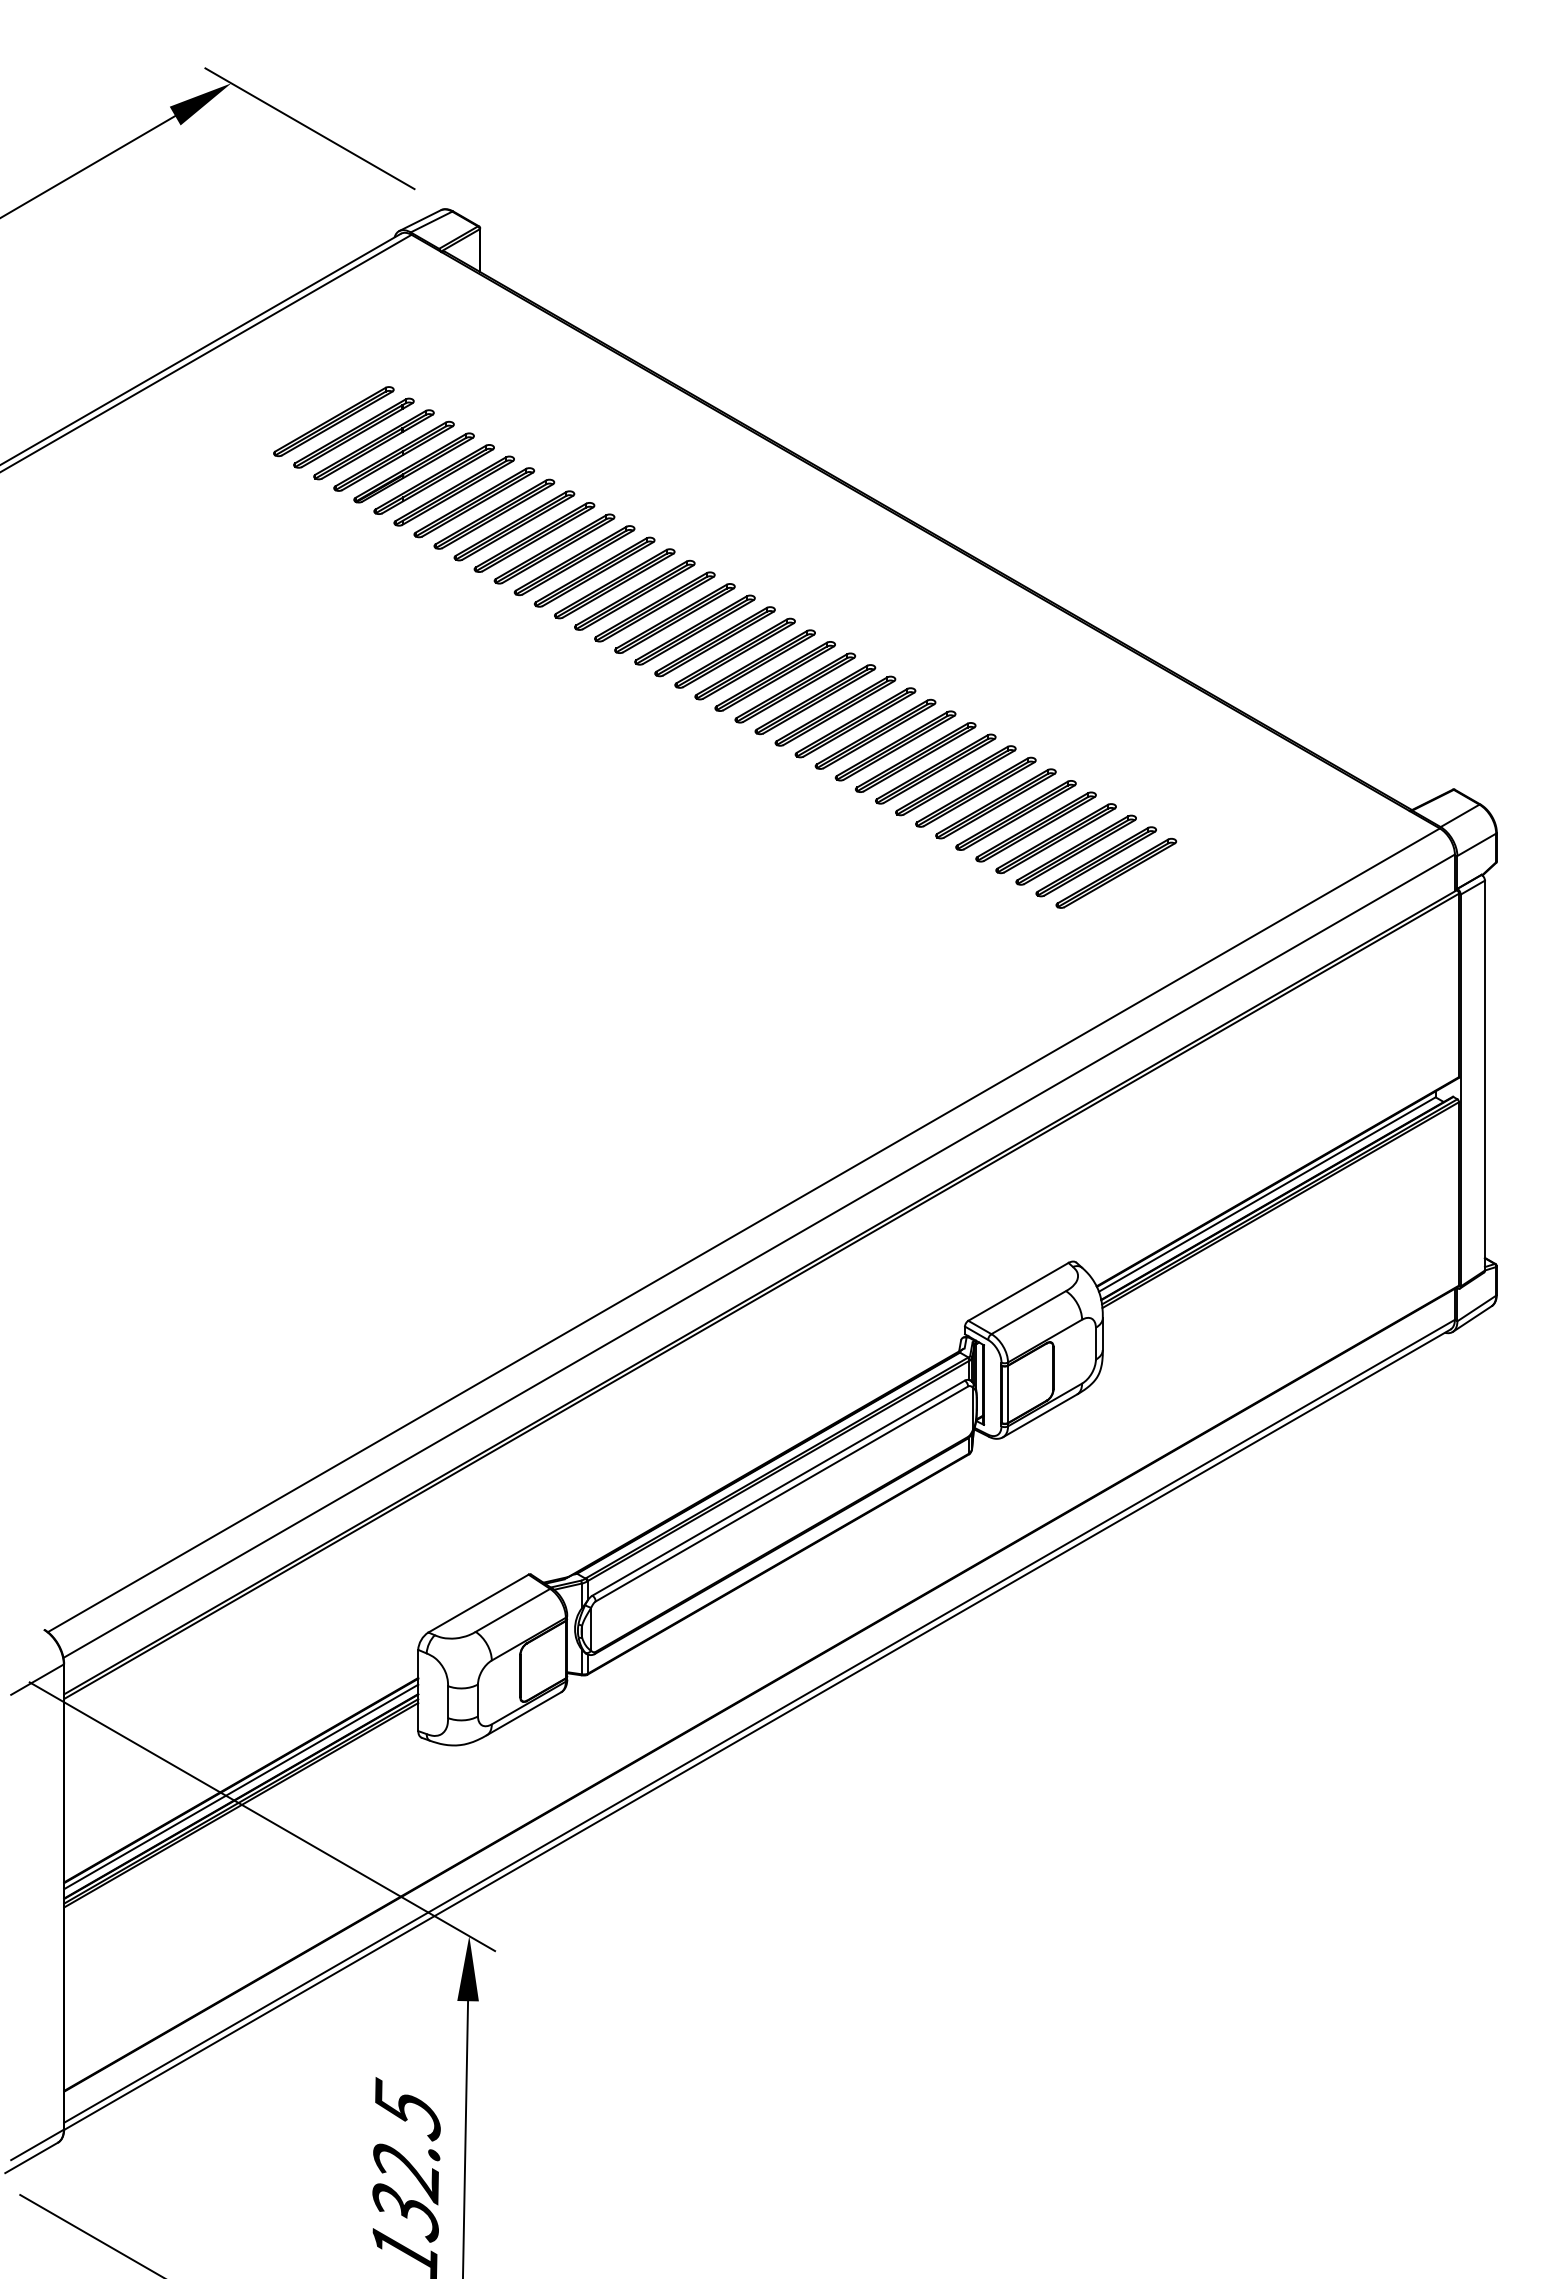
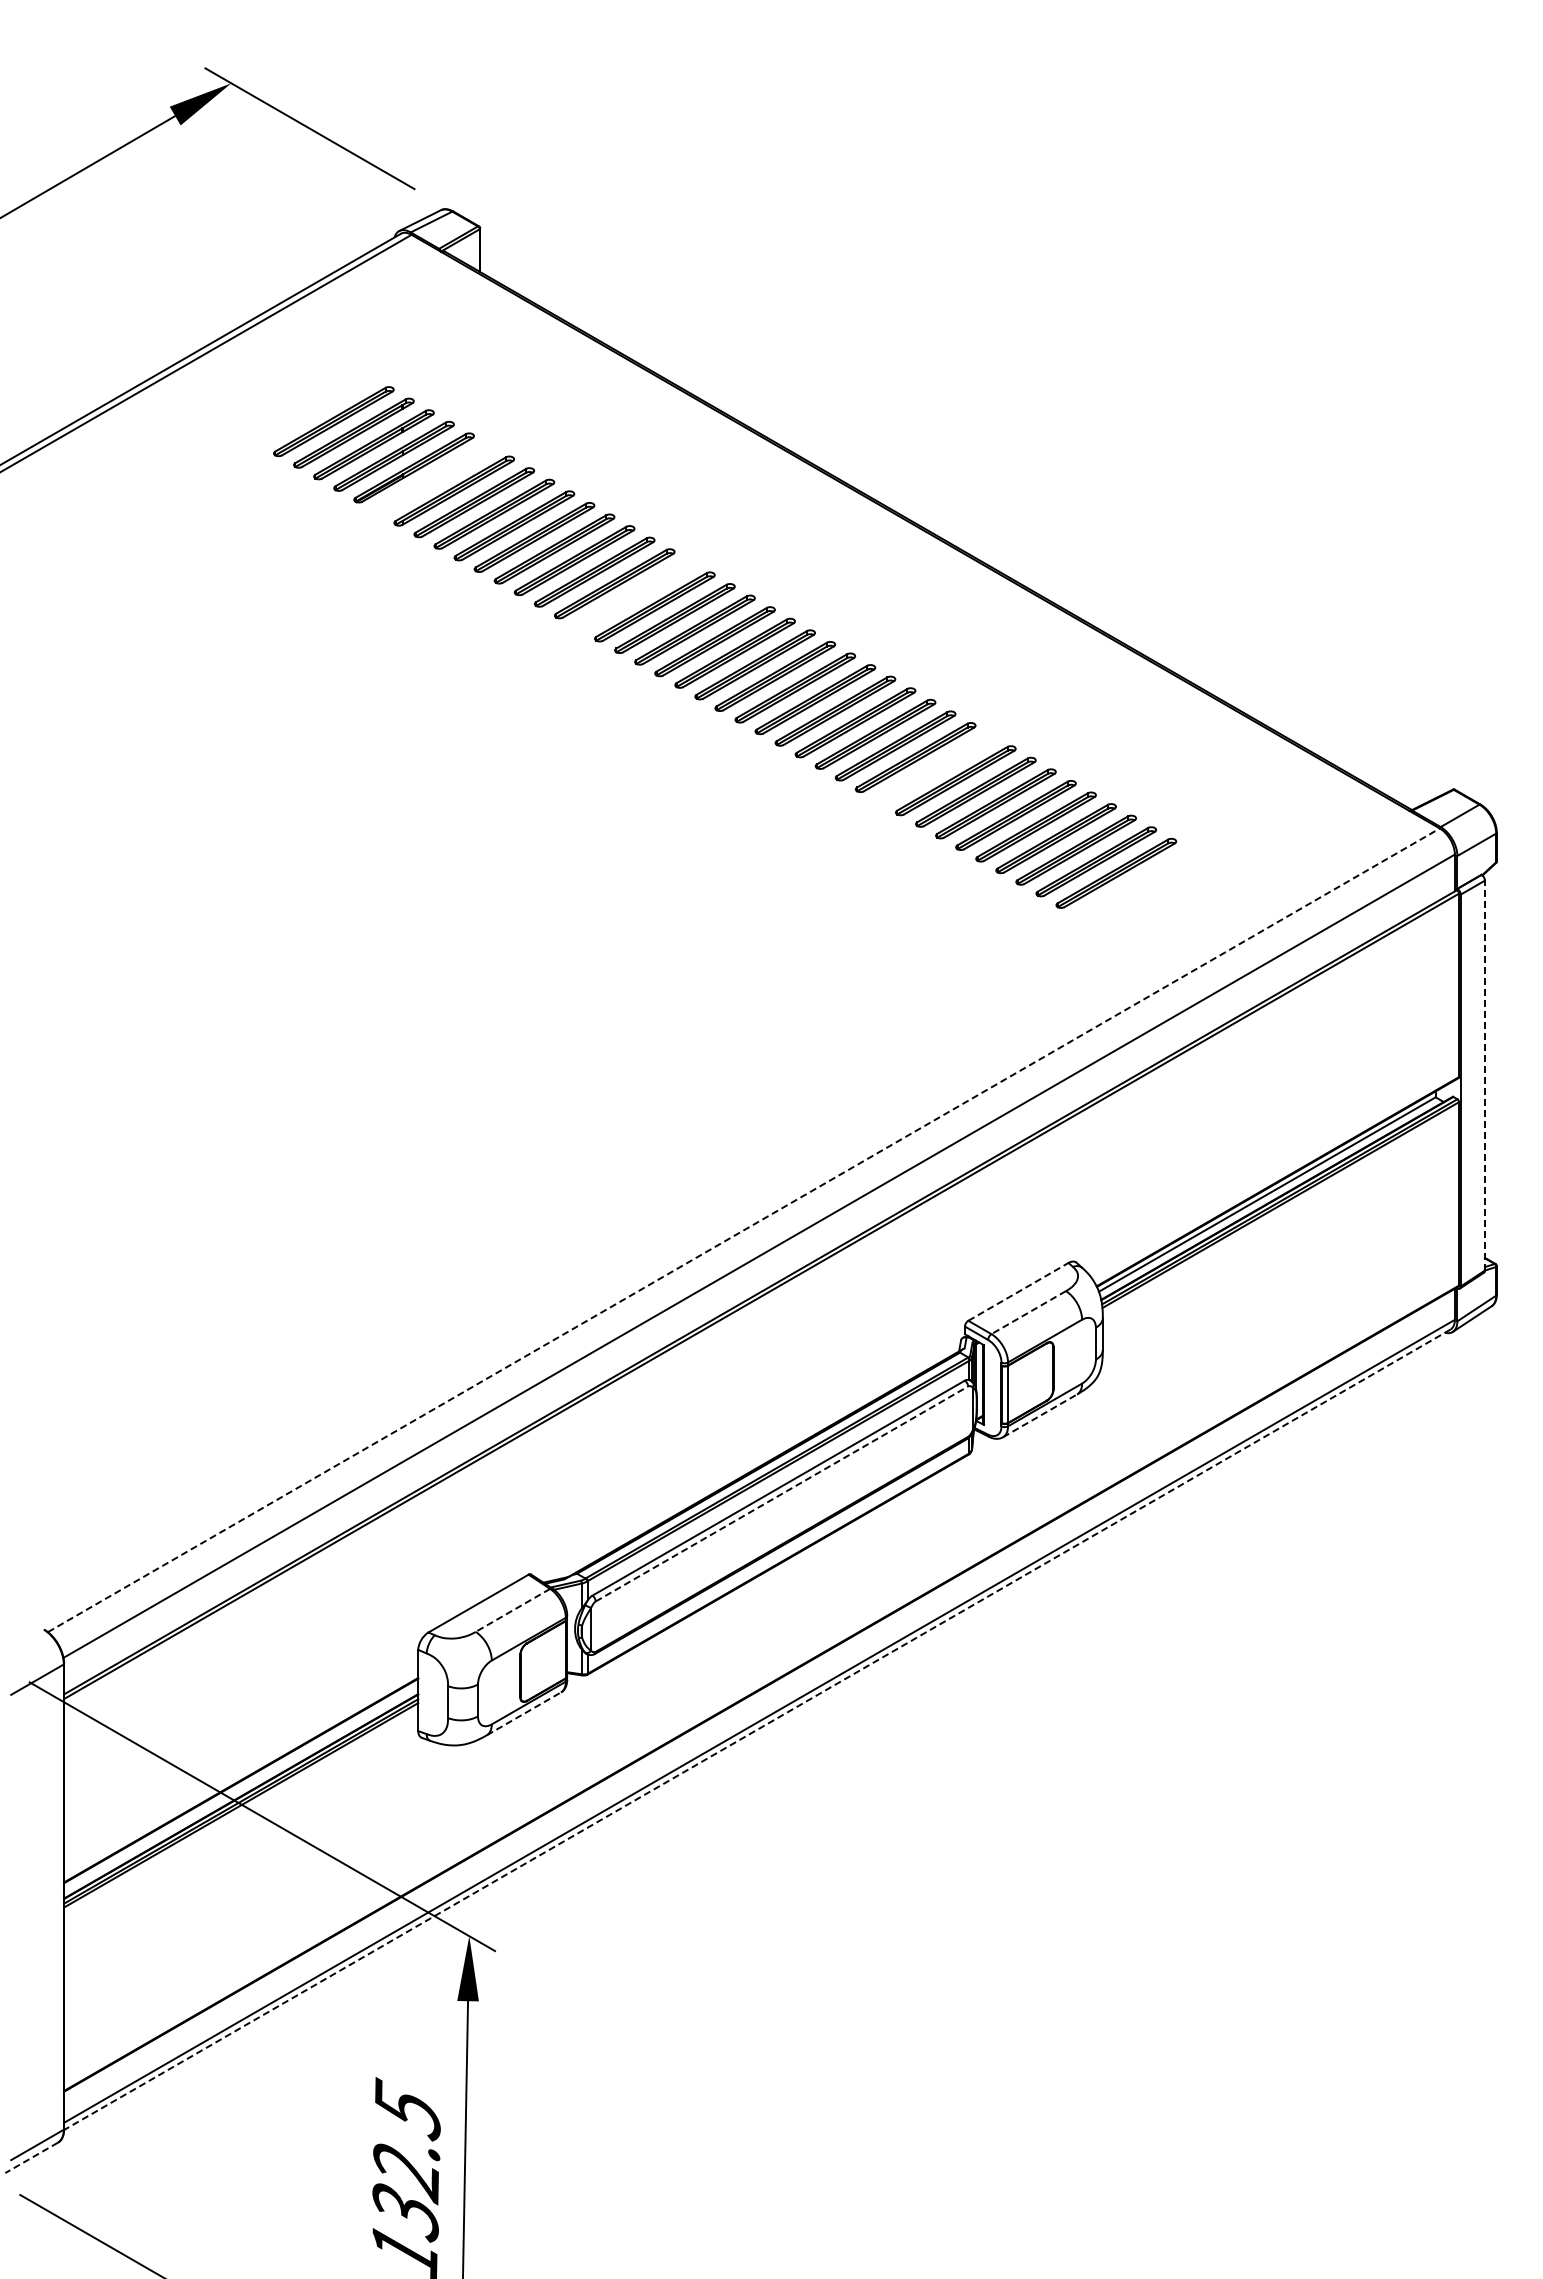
part at (433, 479): present -> none
part at (634, 594): present -> none
part at (935, 768): present -> none
line at (1484, 1075): solid -> dashed
line at (743, 1230): solid -> dashed
line at (1018, 1291): solid -> dashed
line at (1028, 1312): solid -> dashed
line at (1040, 1415): solid -> dashed
line at (782, 1493): solid -> dashed
line at (512, 1610): solid -> dashed
line at (524, 1713): solid -> dashed
line at (756, 1730): solid -> dashed
line at (241, 1786): present -> none
line at (31, 2158): solid -> dashed
